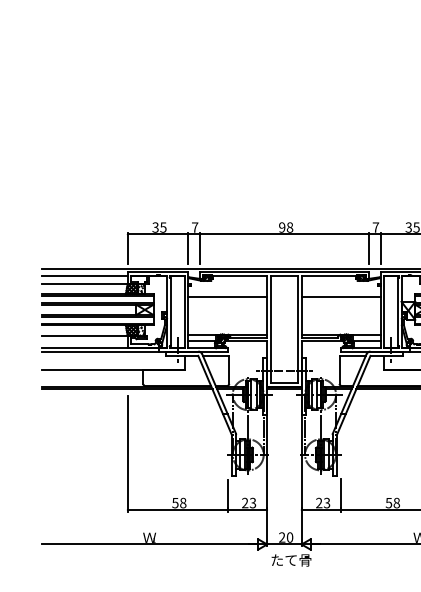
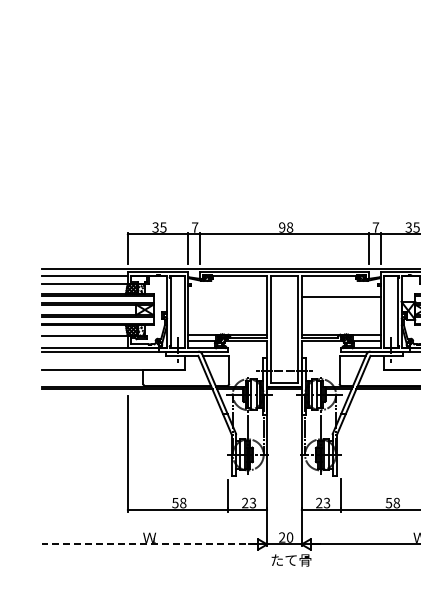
line at (227, 296): present -> none
line at (149, 544): solid -> dashed
